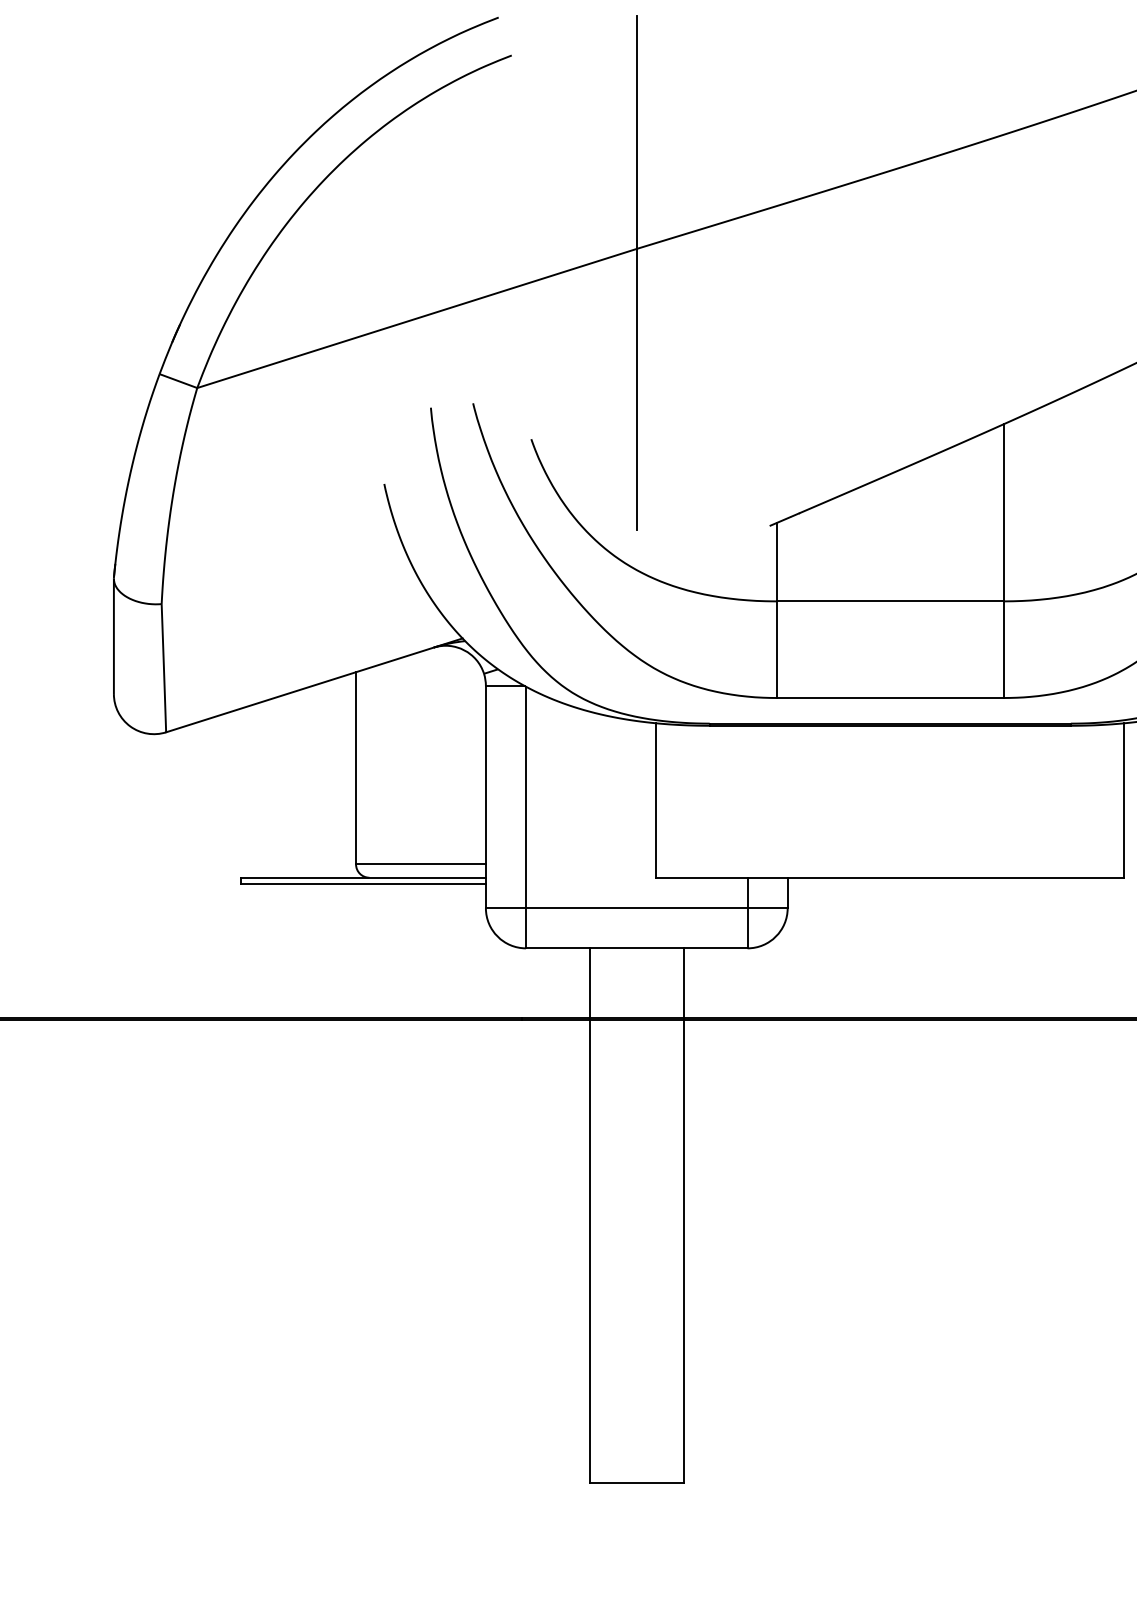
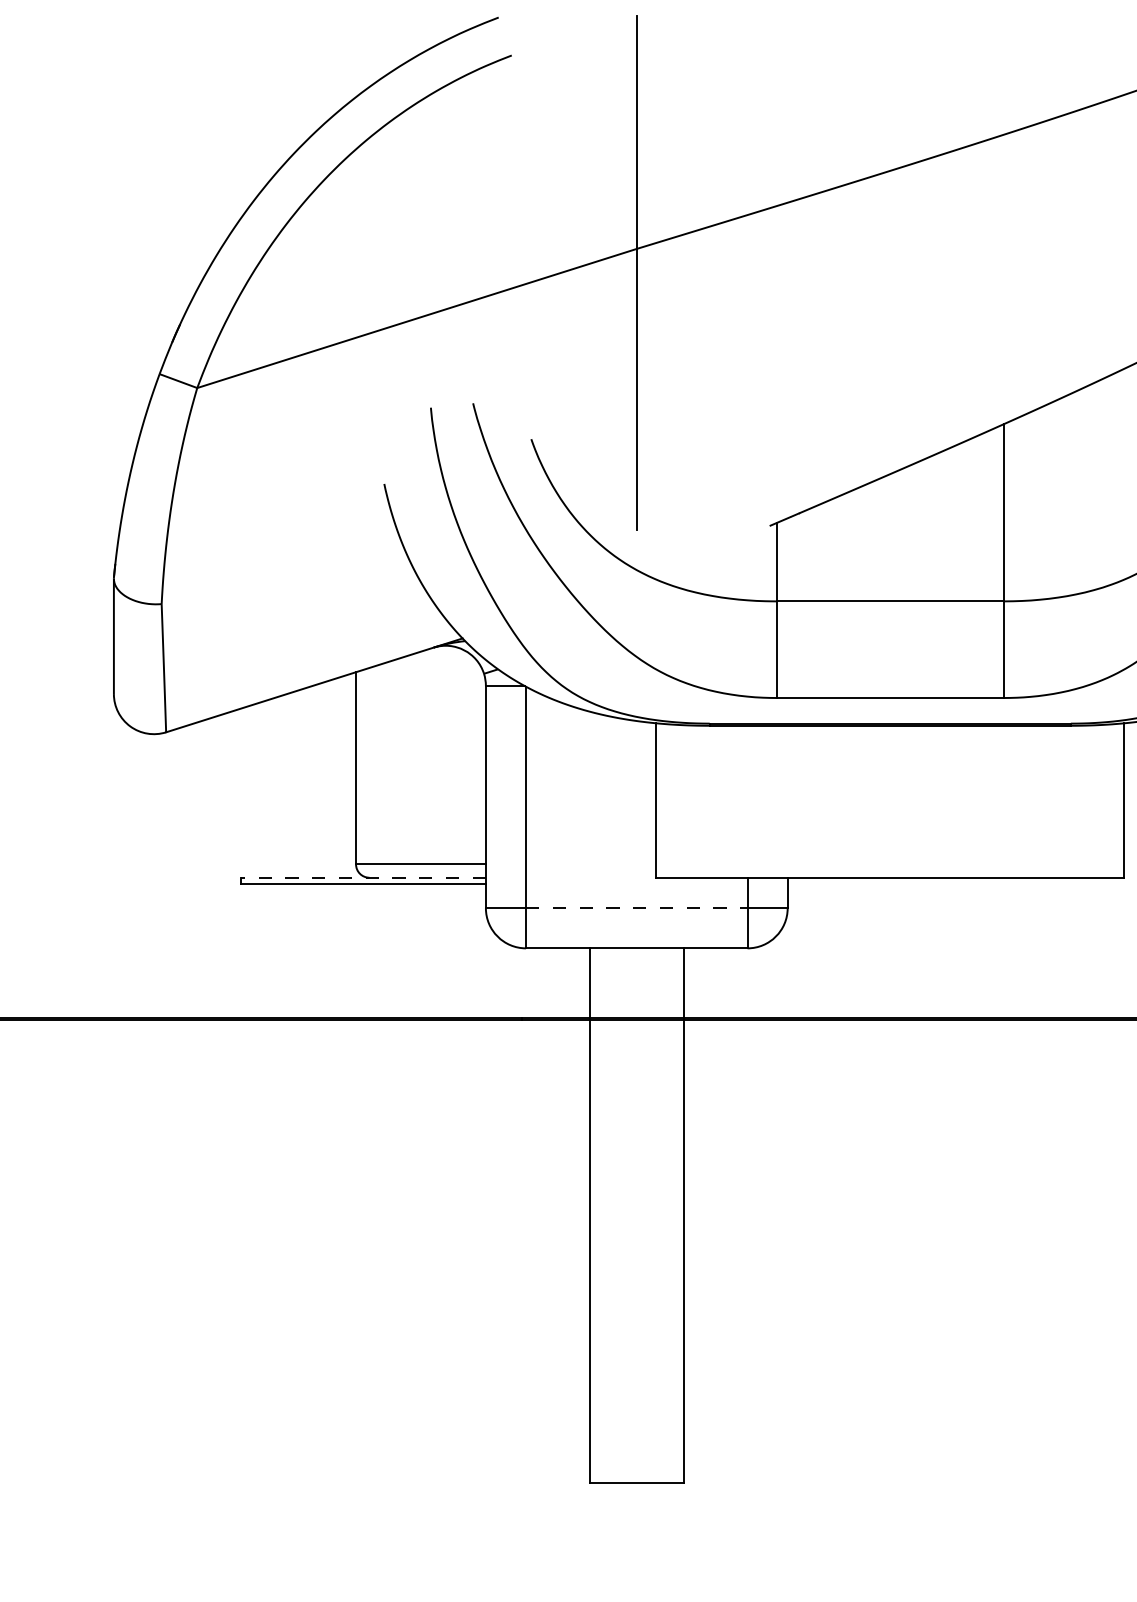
line at (363, 877): solid -> dashed
line at (636, 908): solid -> dashed
